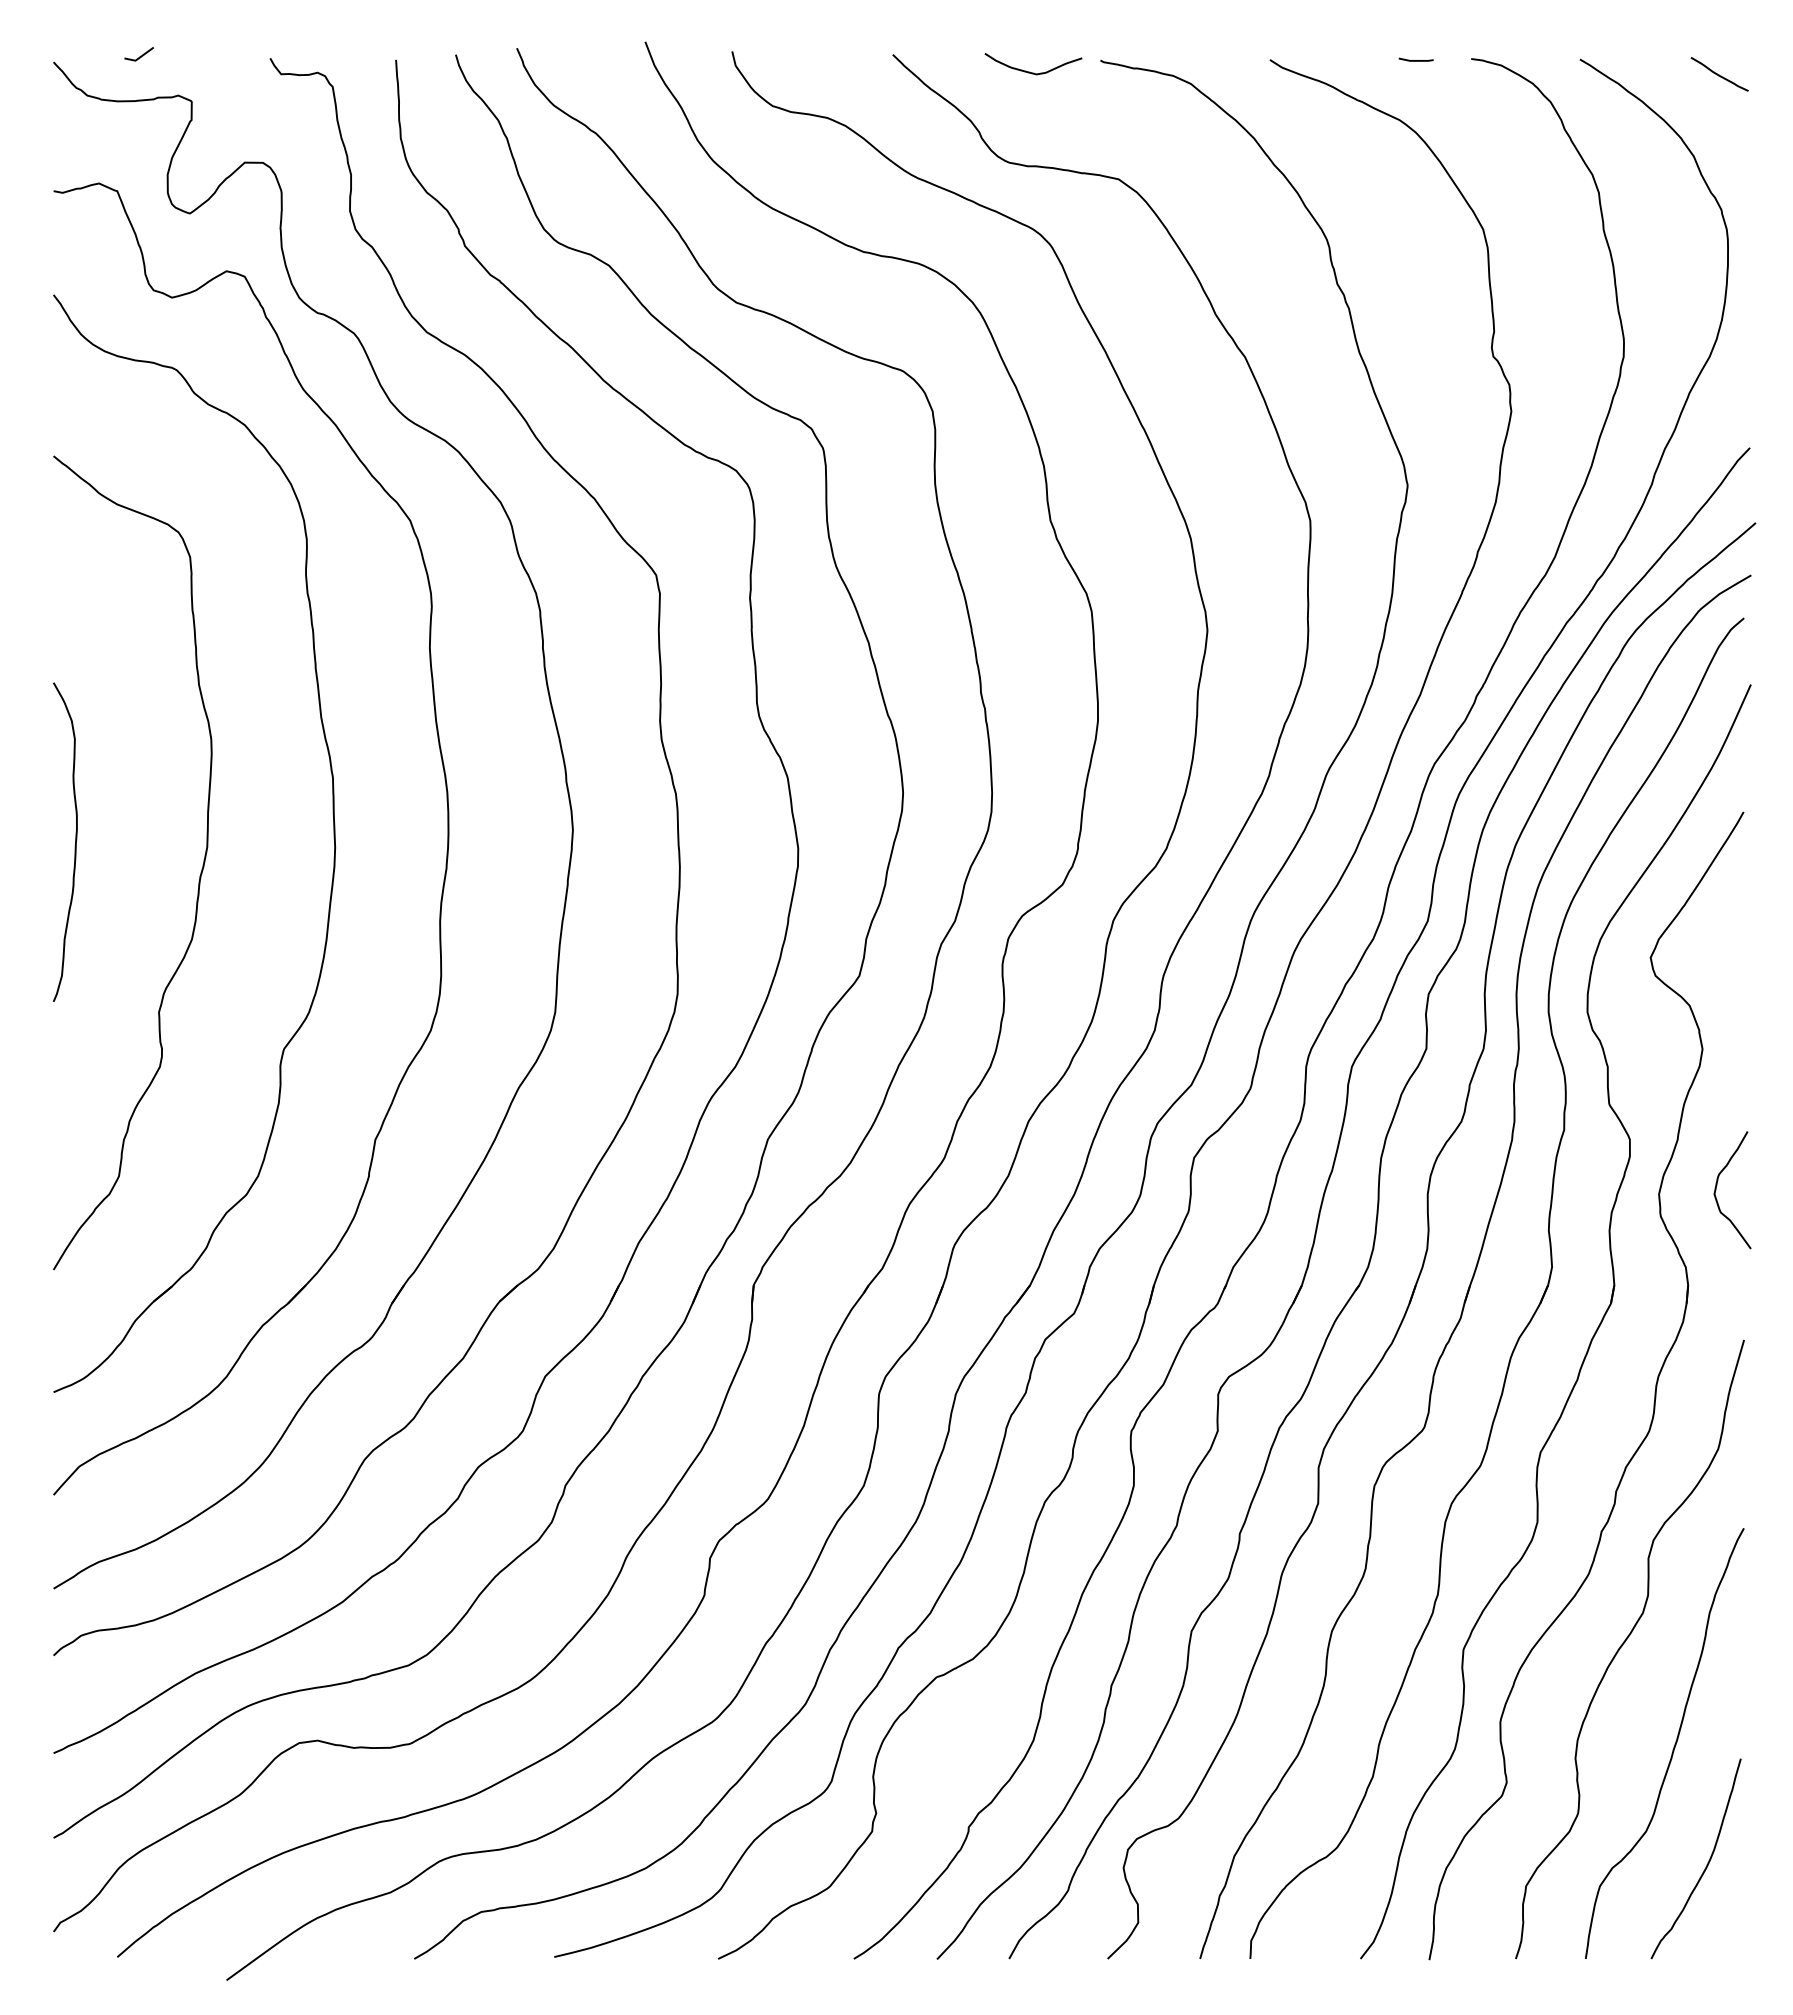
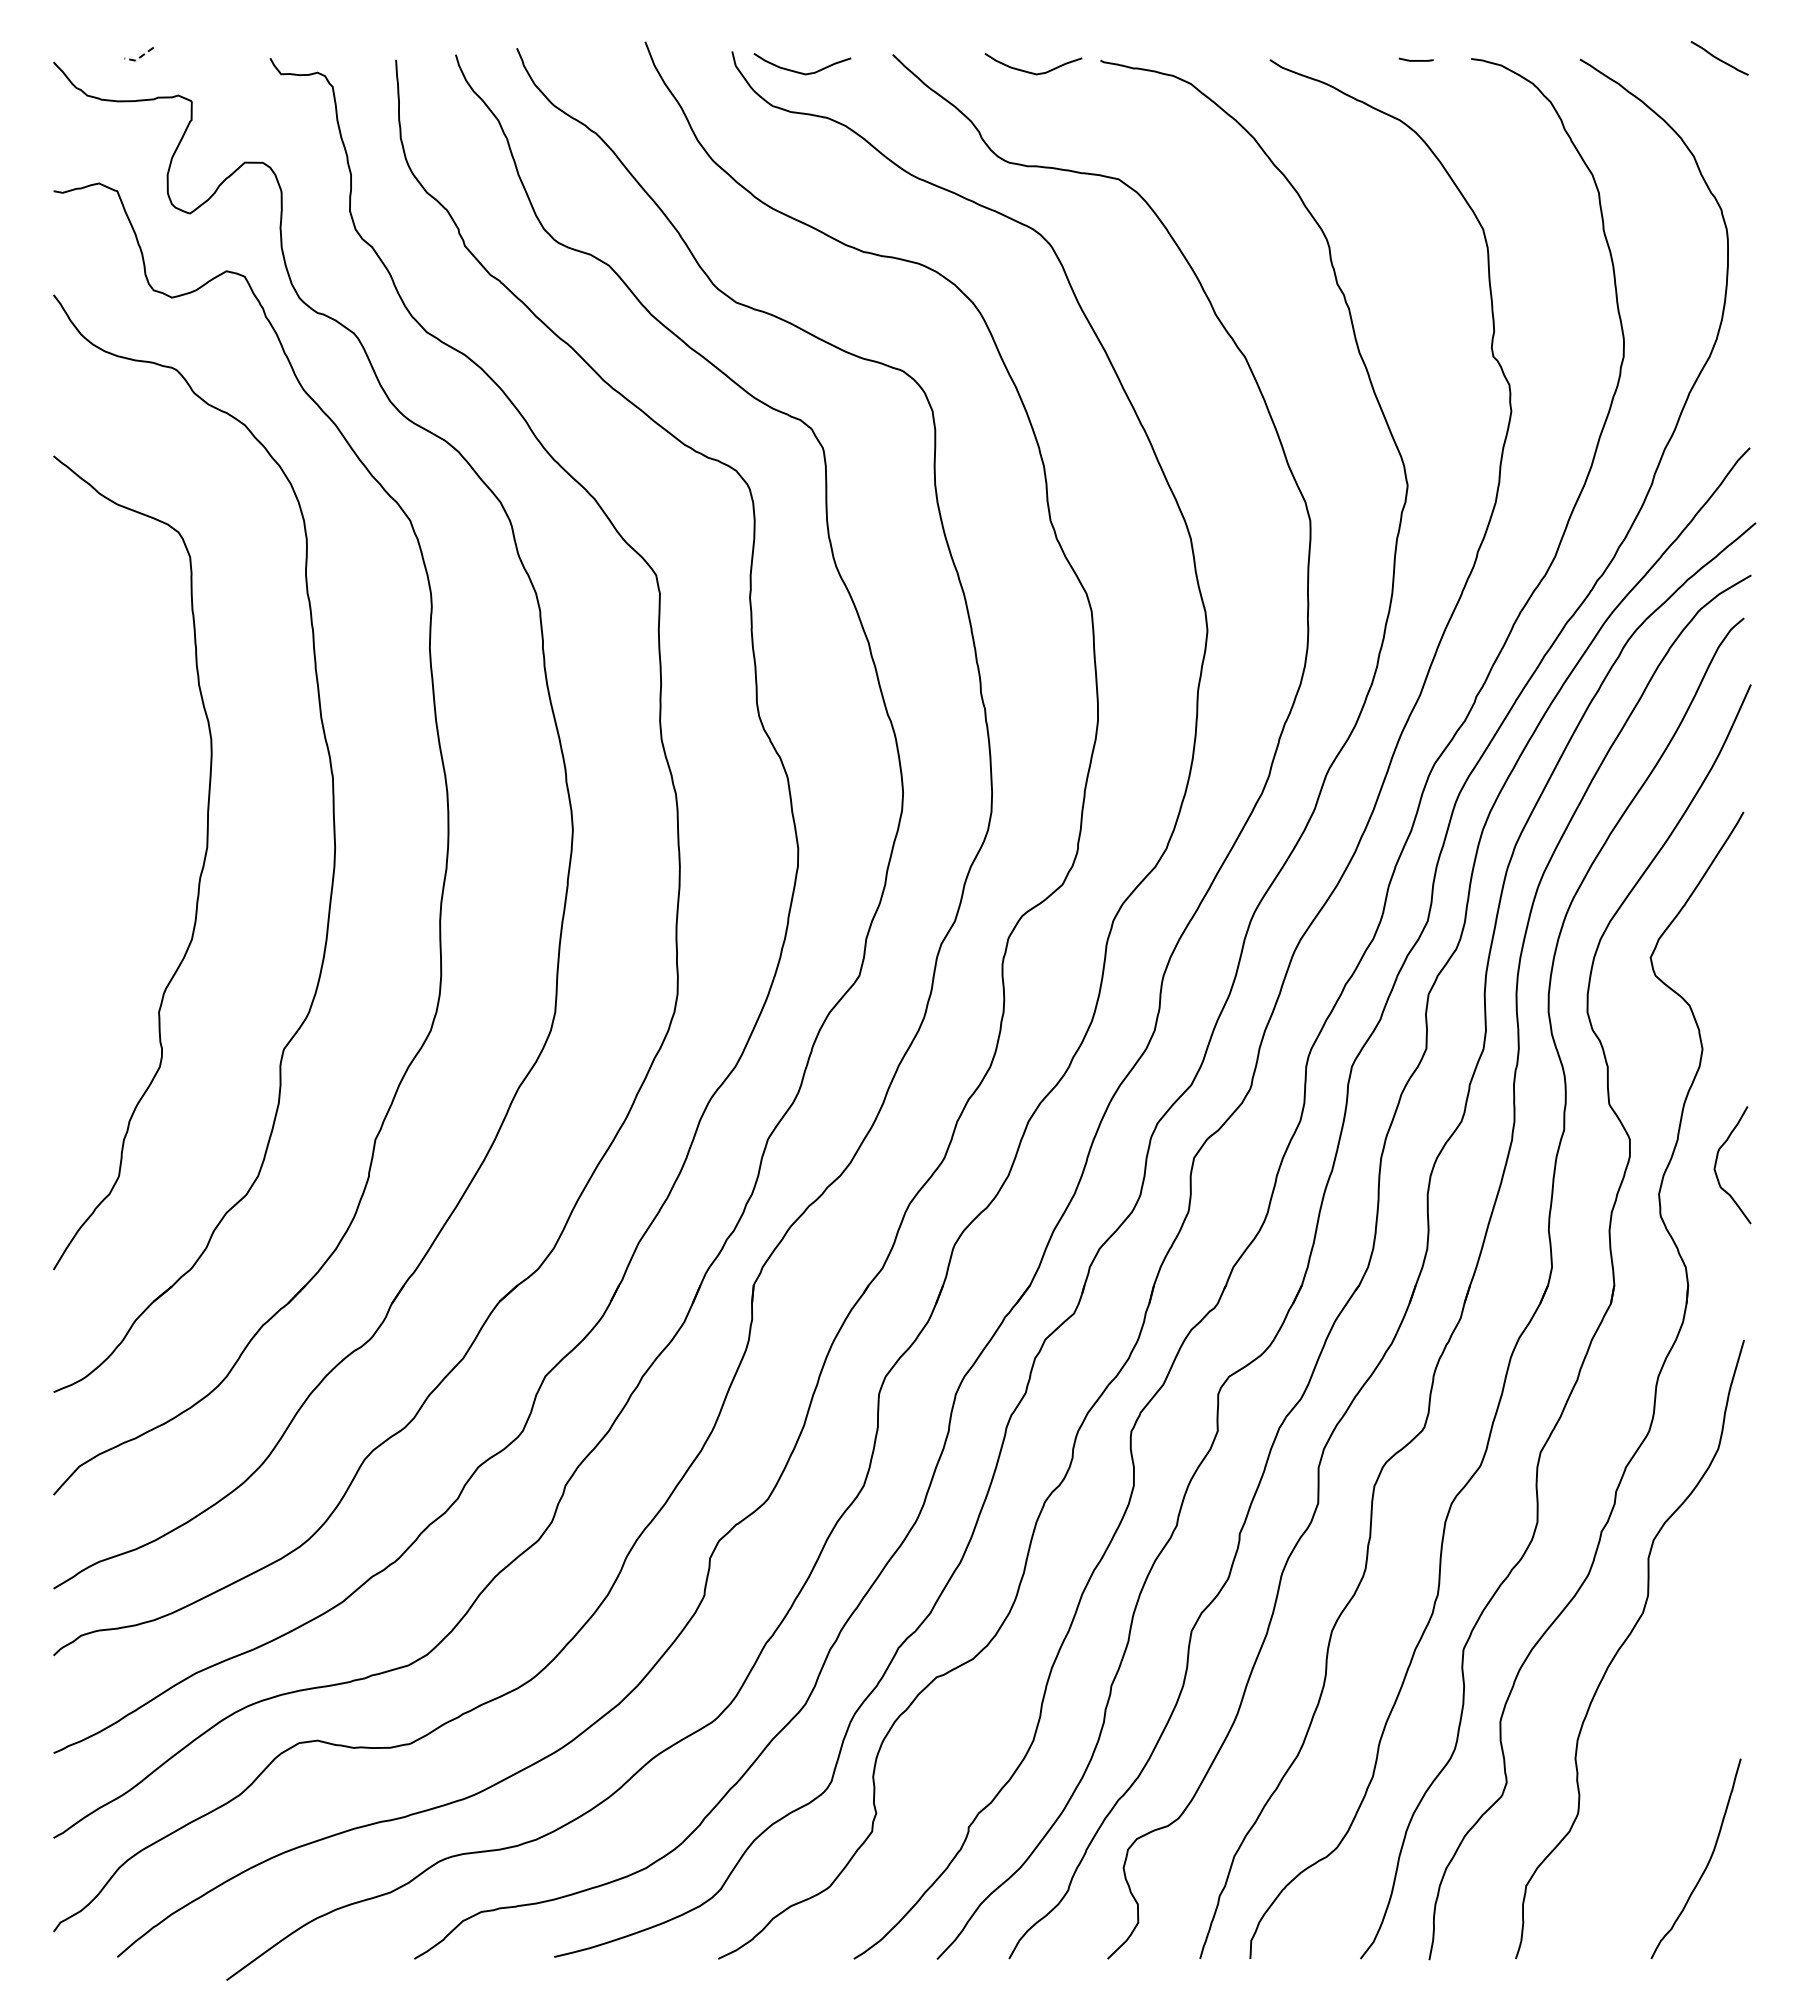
line at (139, 57): solid -> dashed
curve at (802, 72): none -> present
curve at (1719, 74) position: (1719, 74) -> (1719, 58)
curve at (75, 841): present -> none
curve at (1717, 1185) position: (1717, 1185) -> (1717, 1160)
curve at (1673, 1746): present -> none
